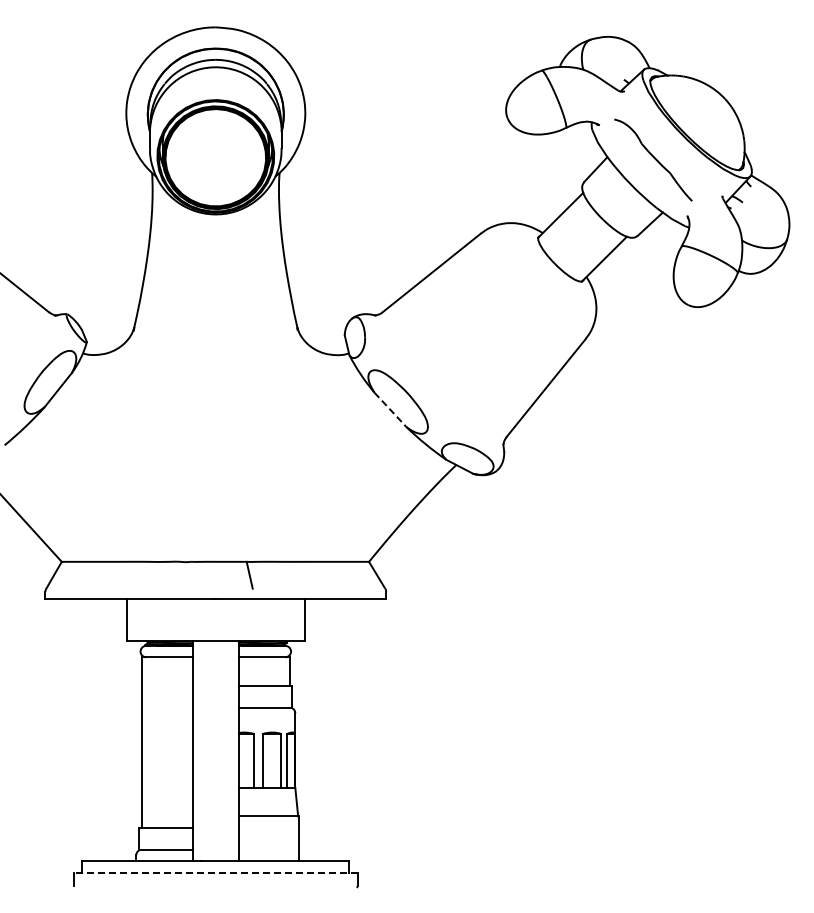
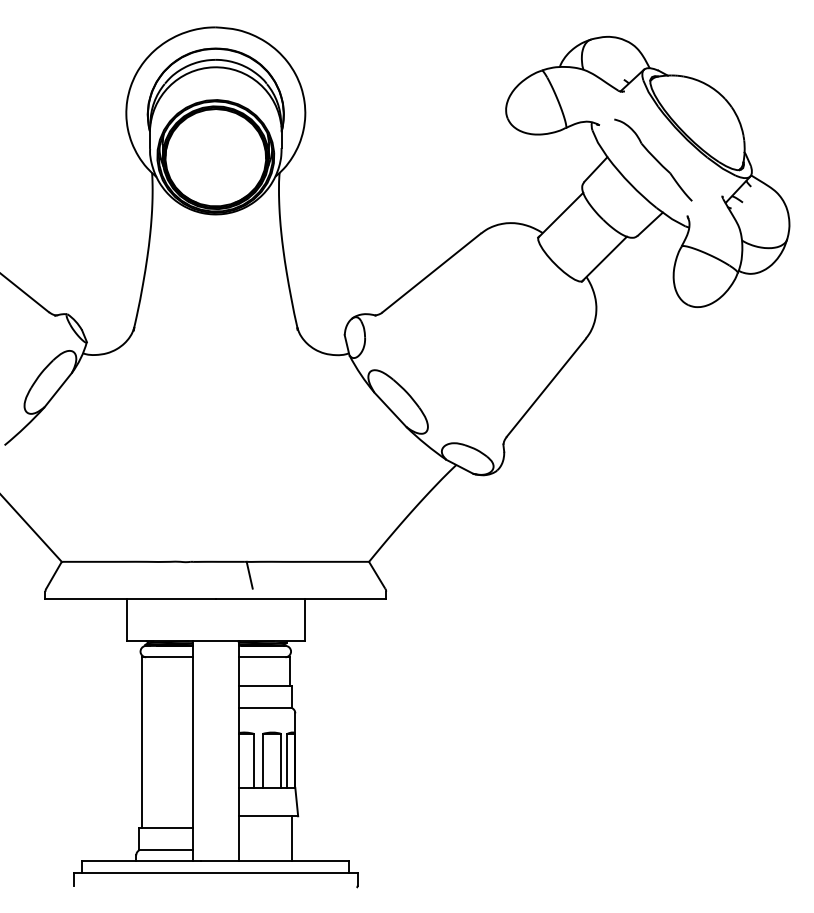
line at (390, 410): dashed -> solid
line at (299, 838) position: (299, 838) -> (292, 838)
line at (215, 872): dashed -> solid
